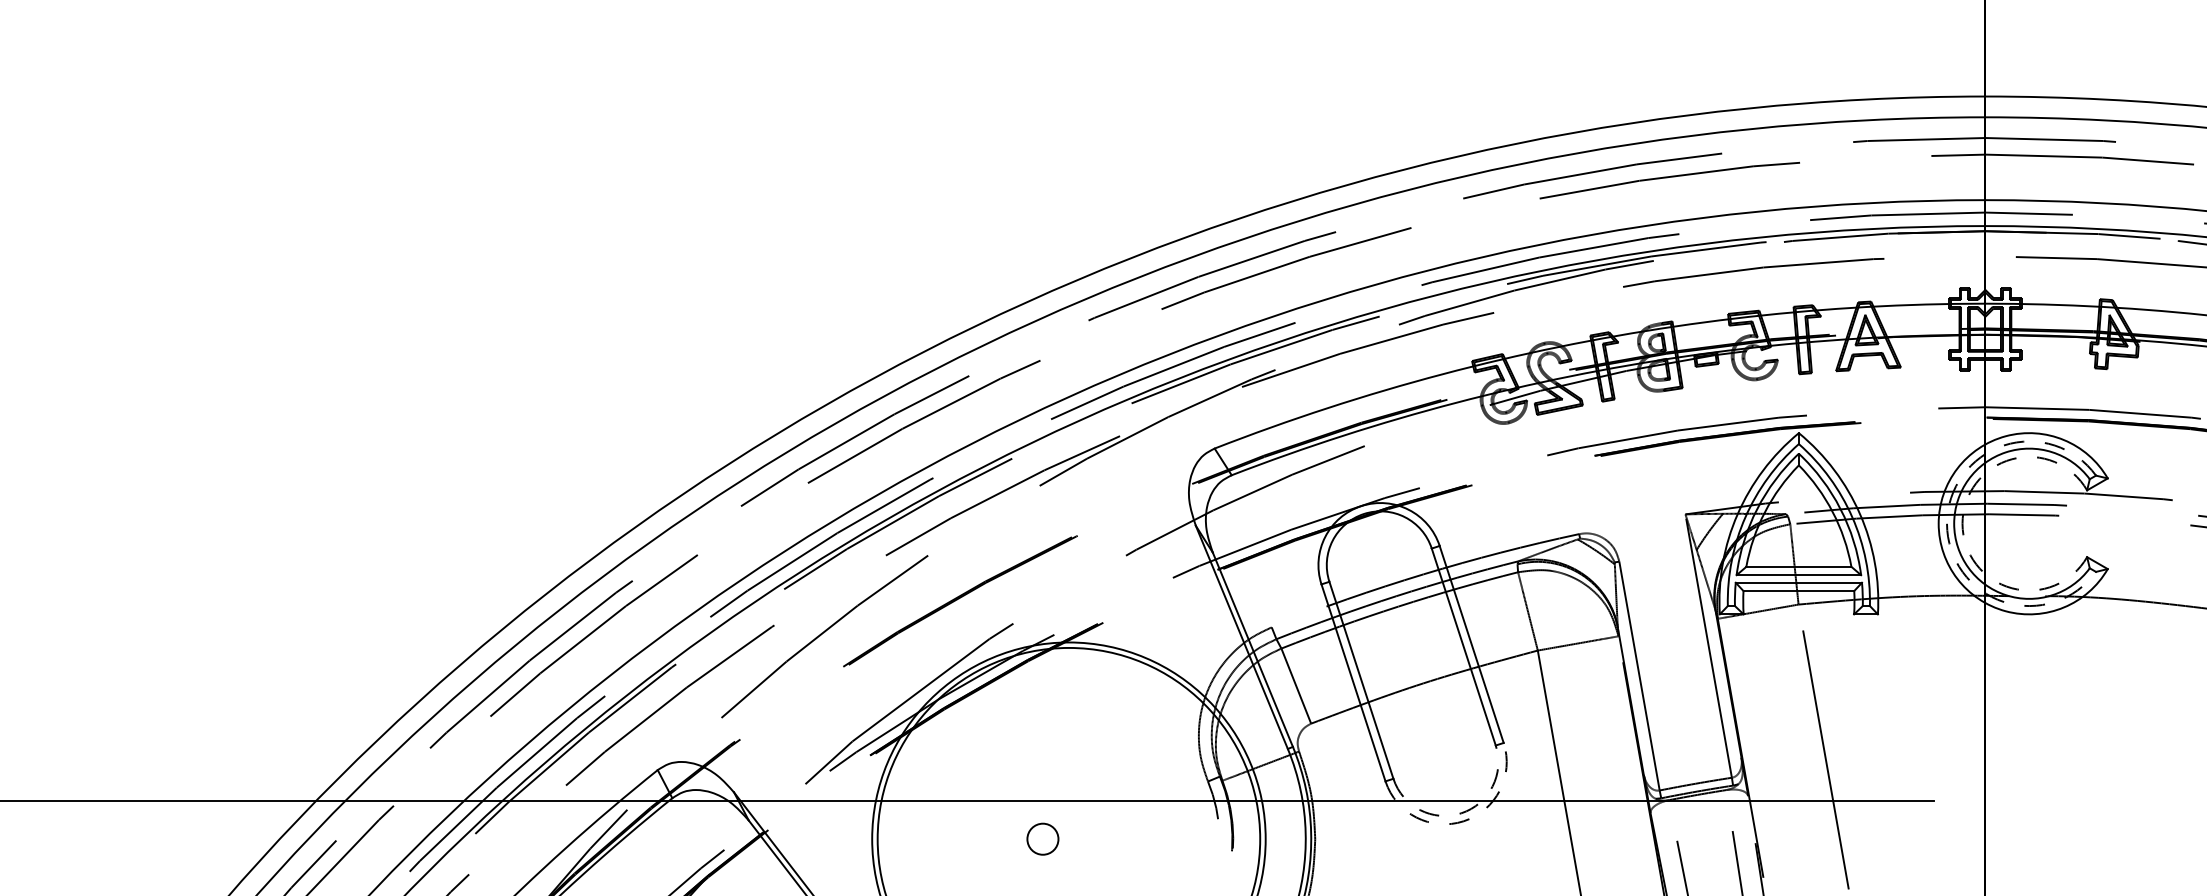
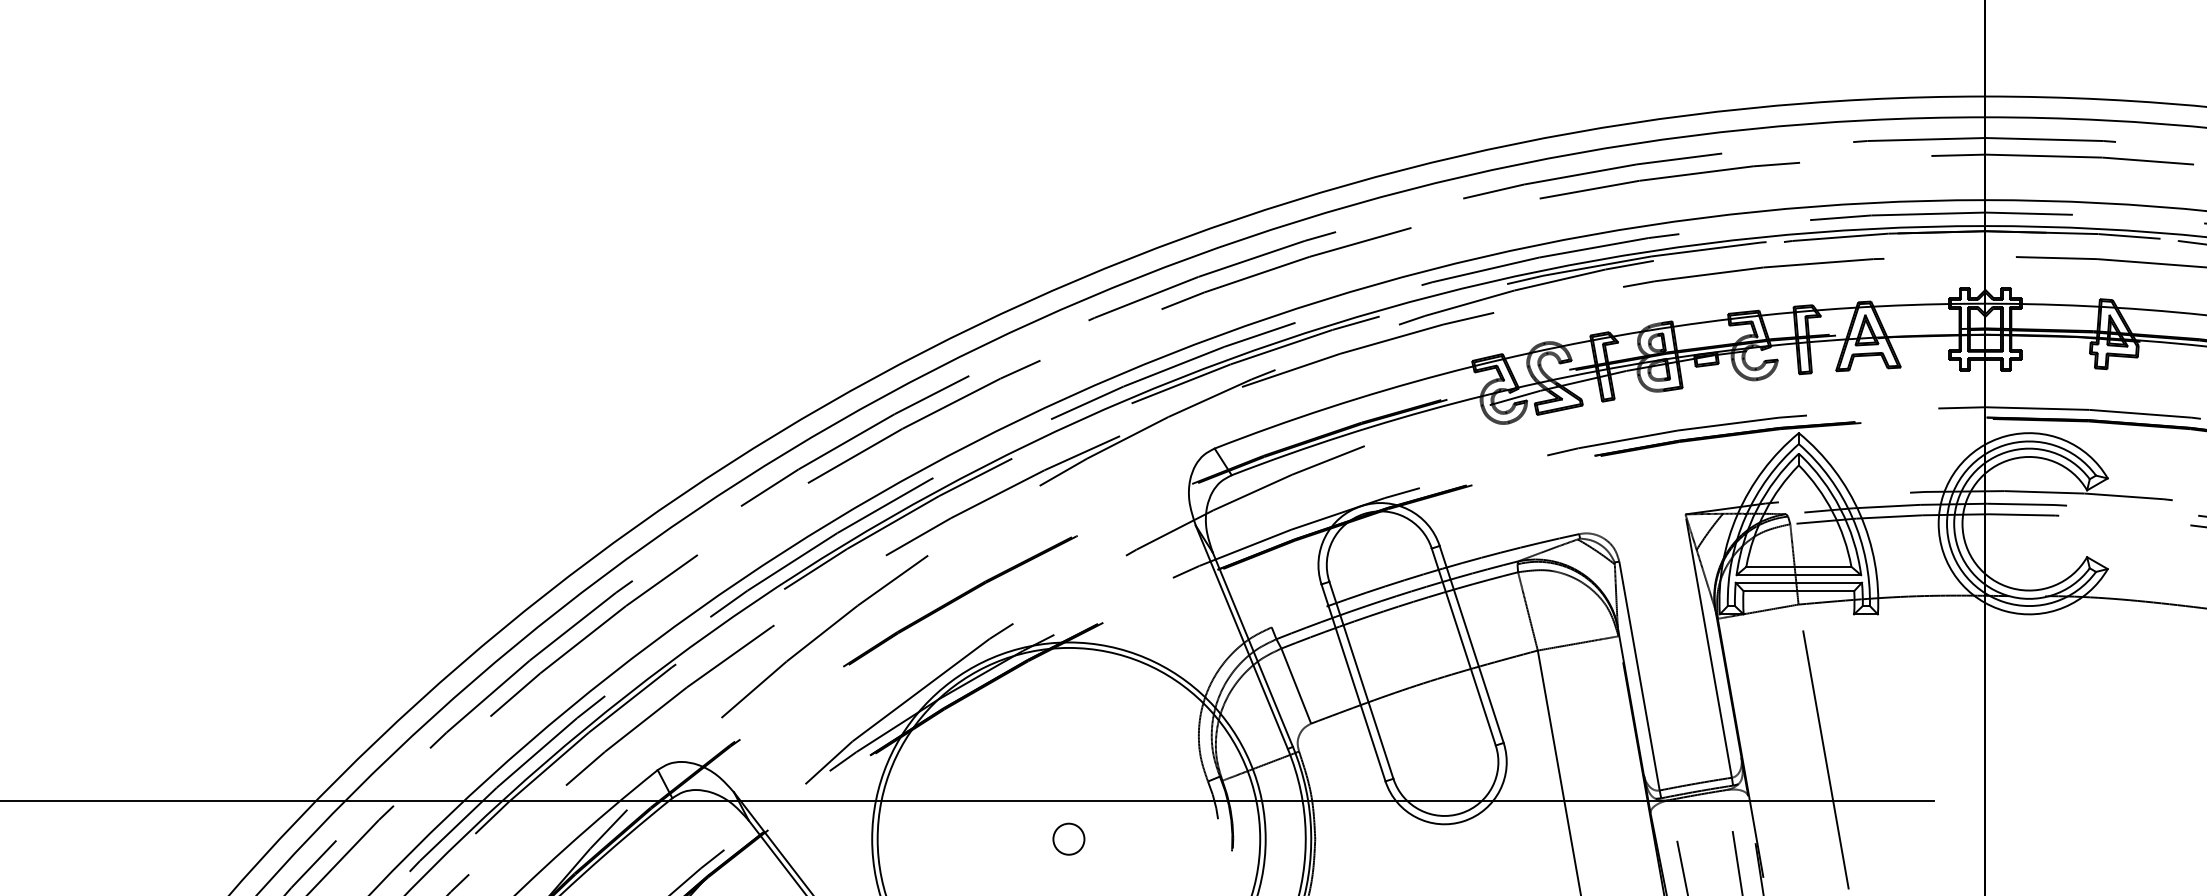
arc at (1947, 523): dashed -> solid
arc at (1962, 523): dashed -> solid
arc at (1461, 813): dashed -> solid
arc at (1463, 821): dashed -> solid
circle at (1042, 838) position: (1042, 838) -> (1068, 838)
